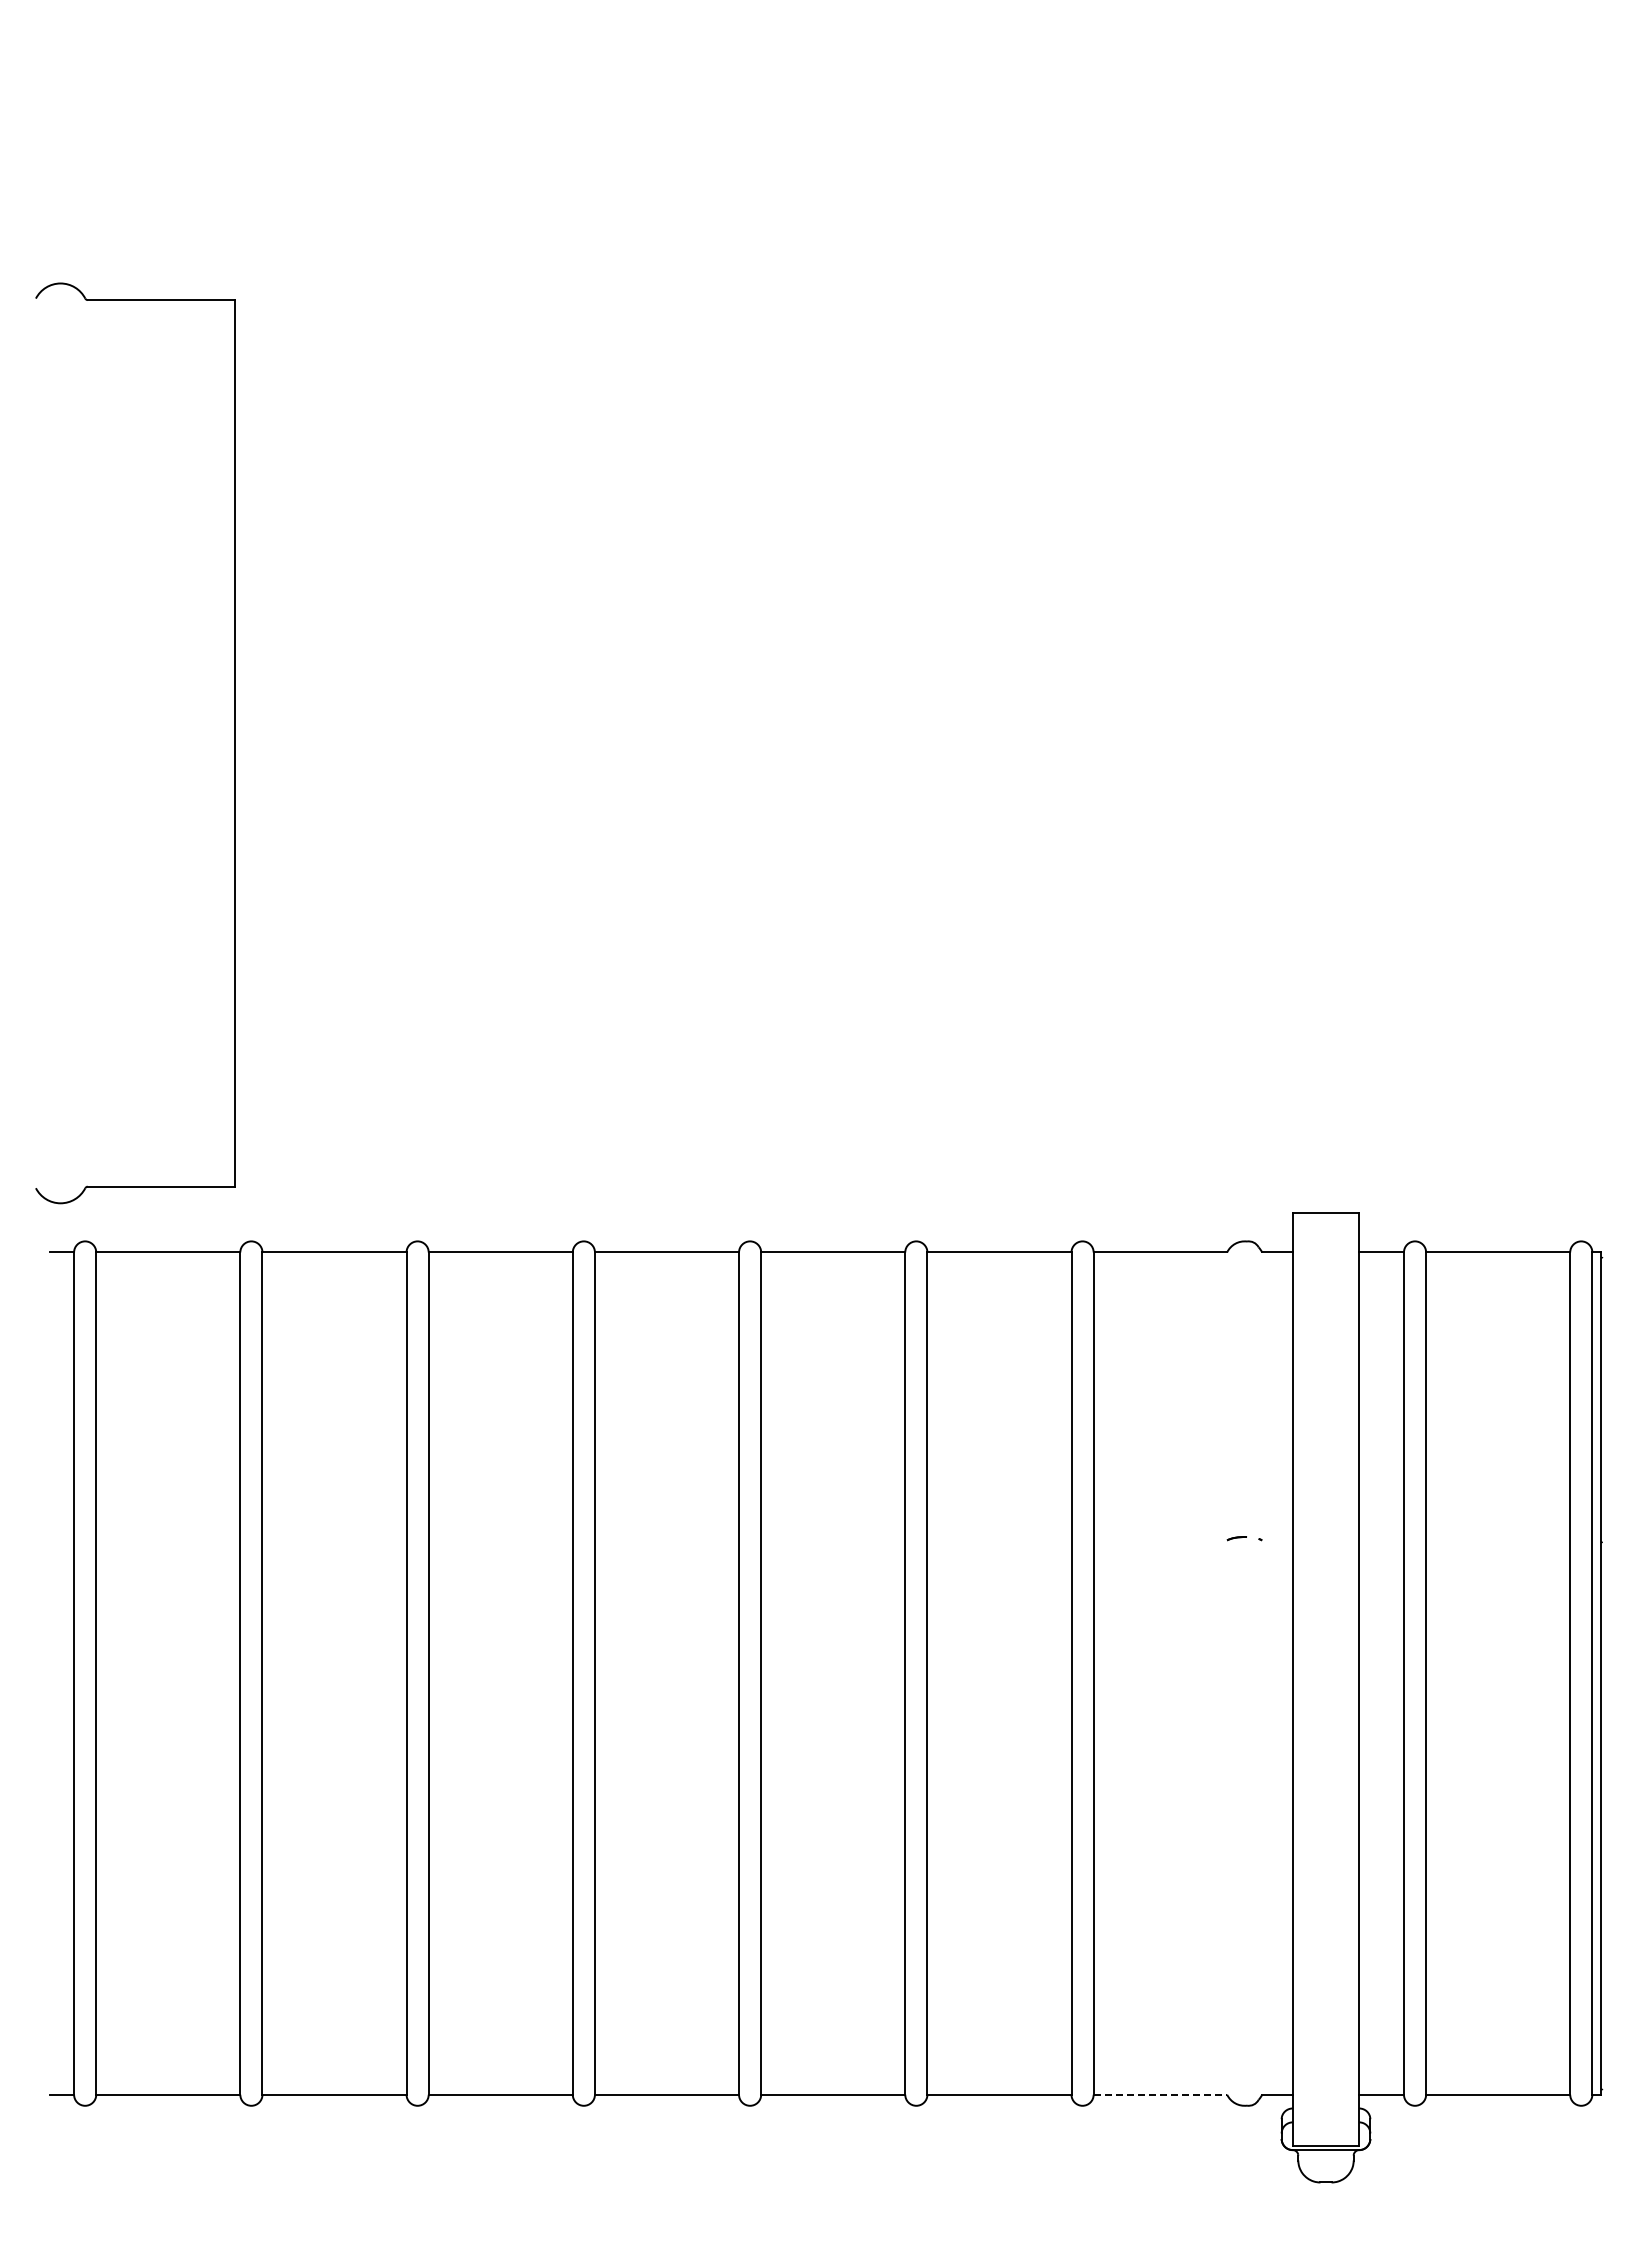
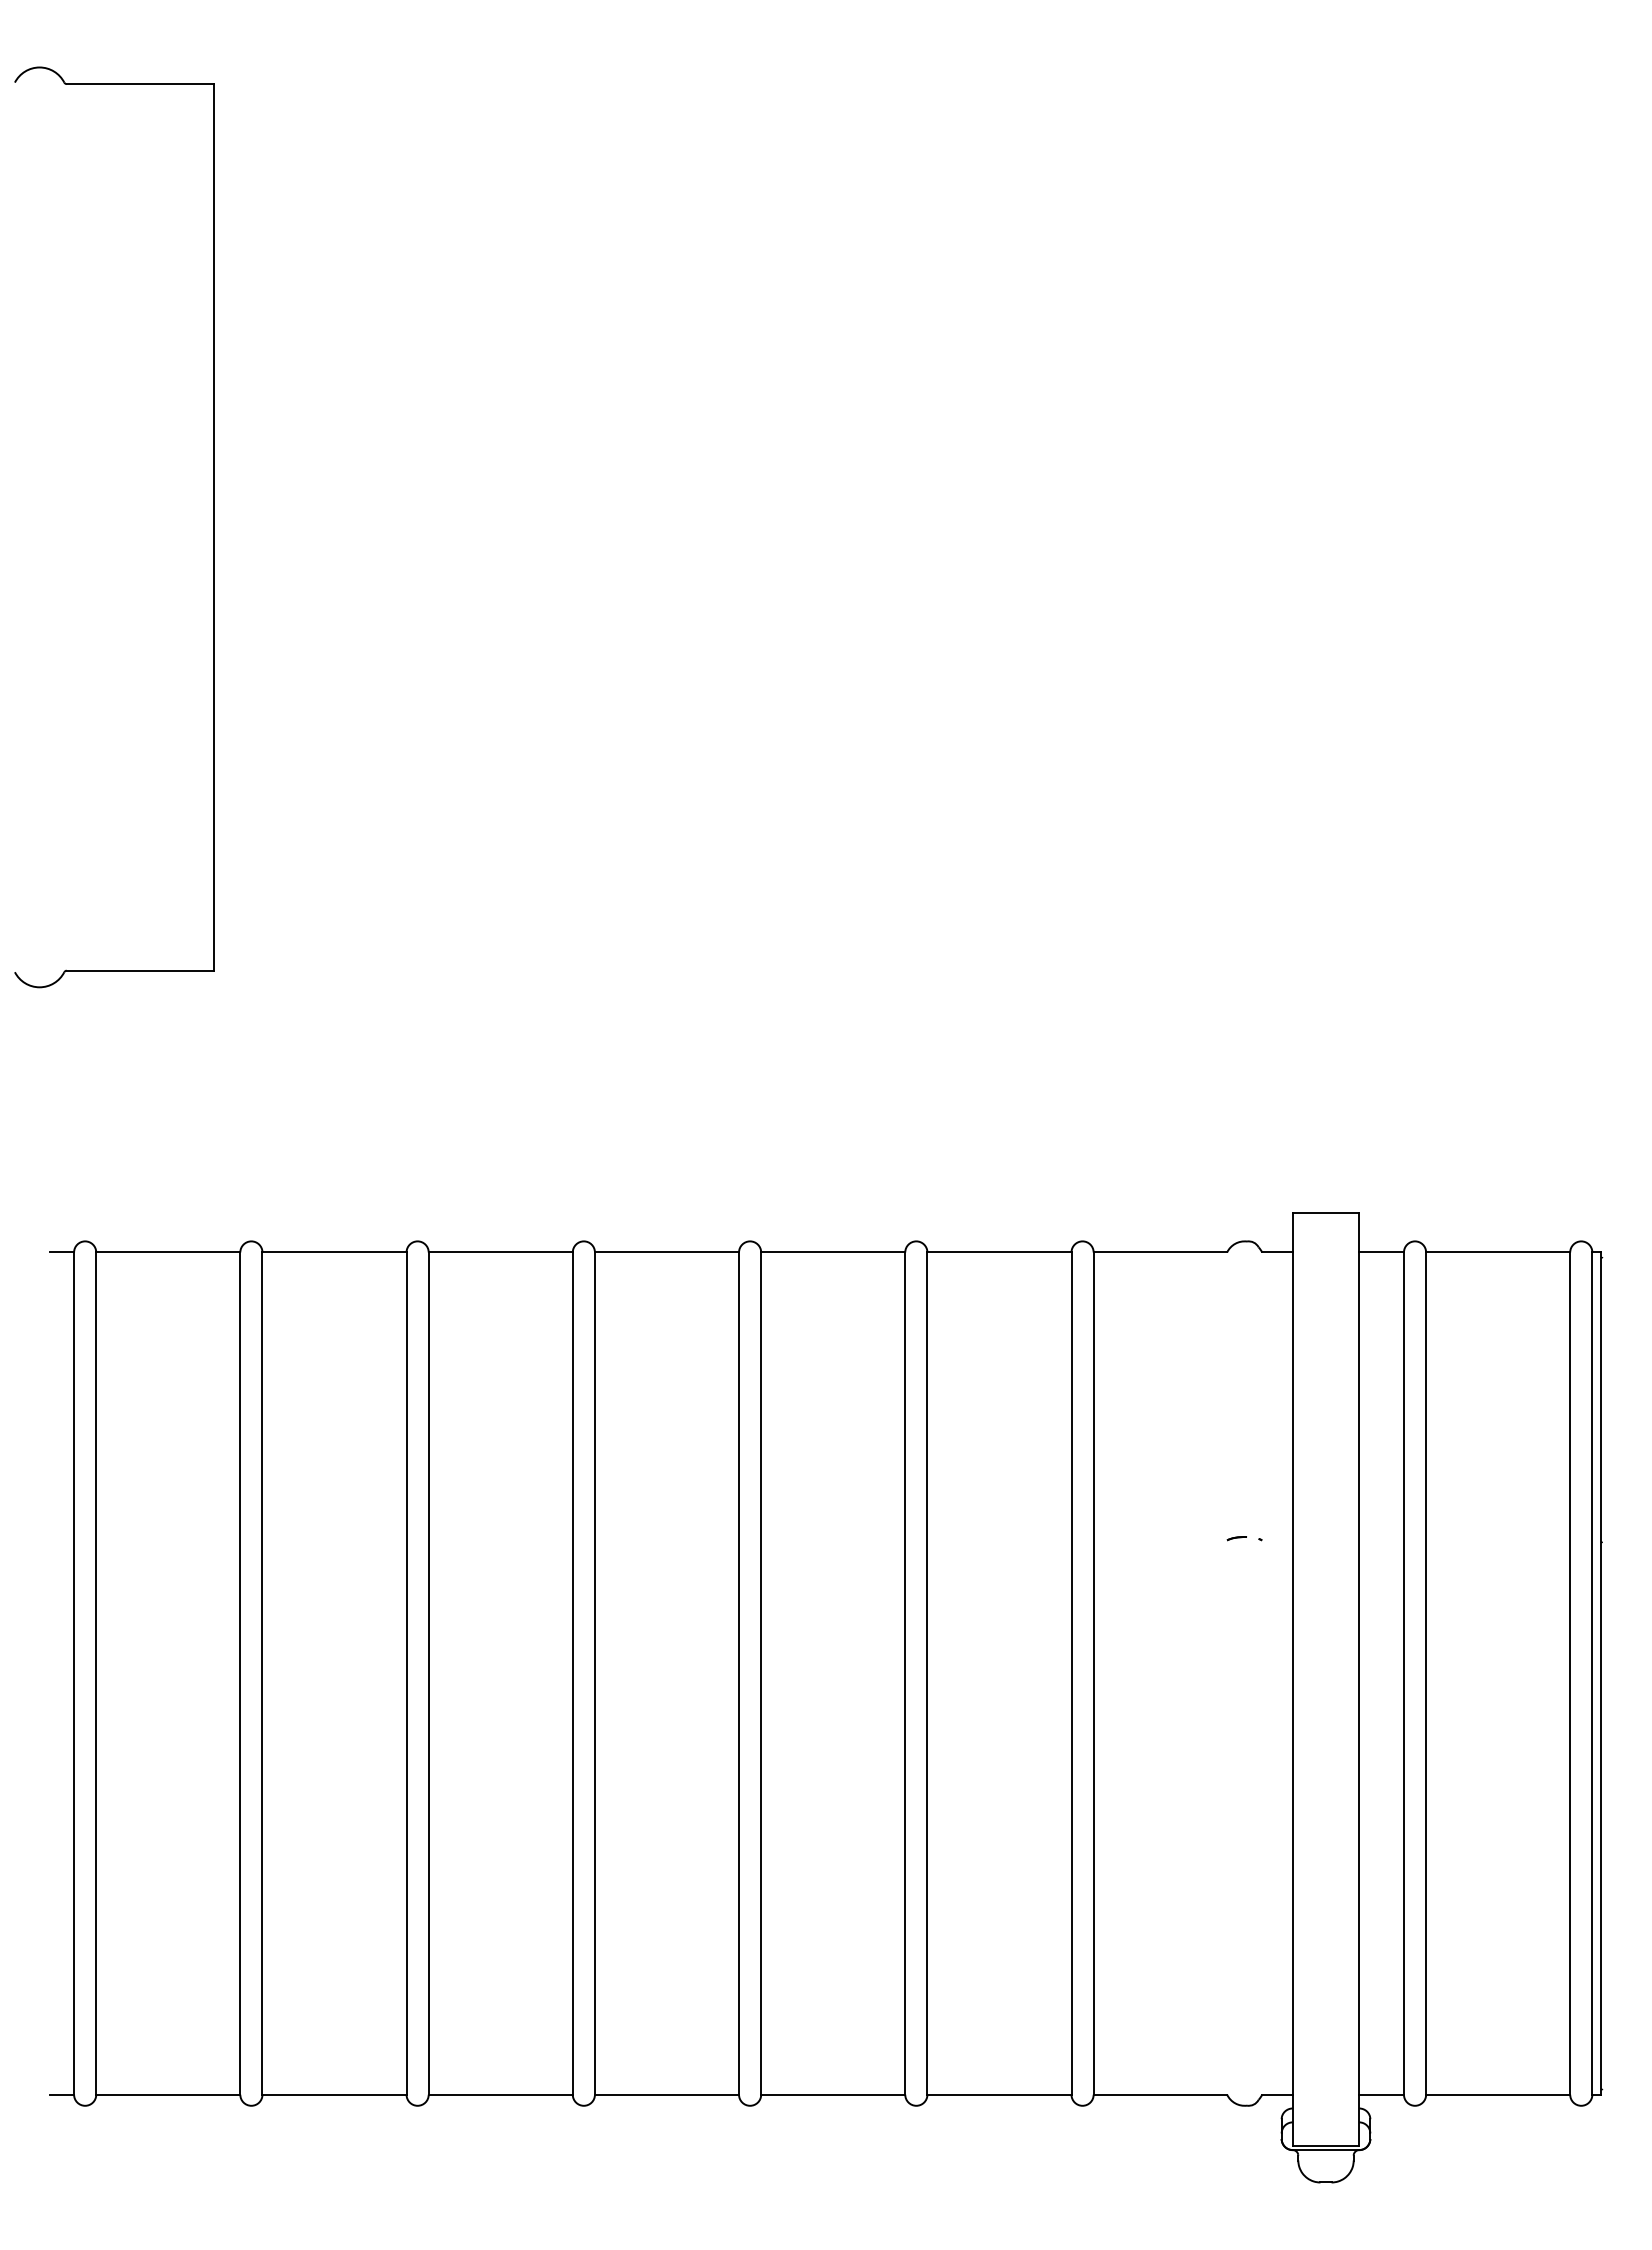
part at (234, 743) position: (234, 743) -> (213, 527)
line at (1160, 2094): dashed -> solid
